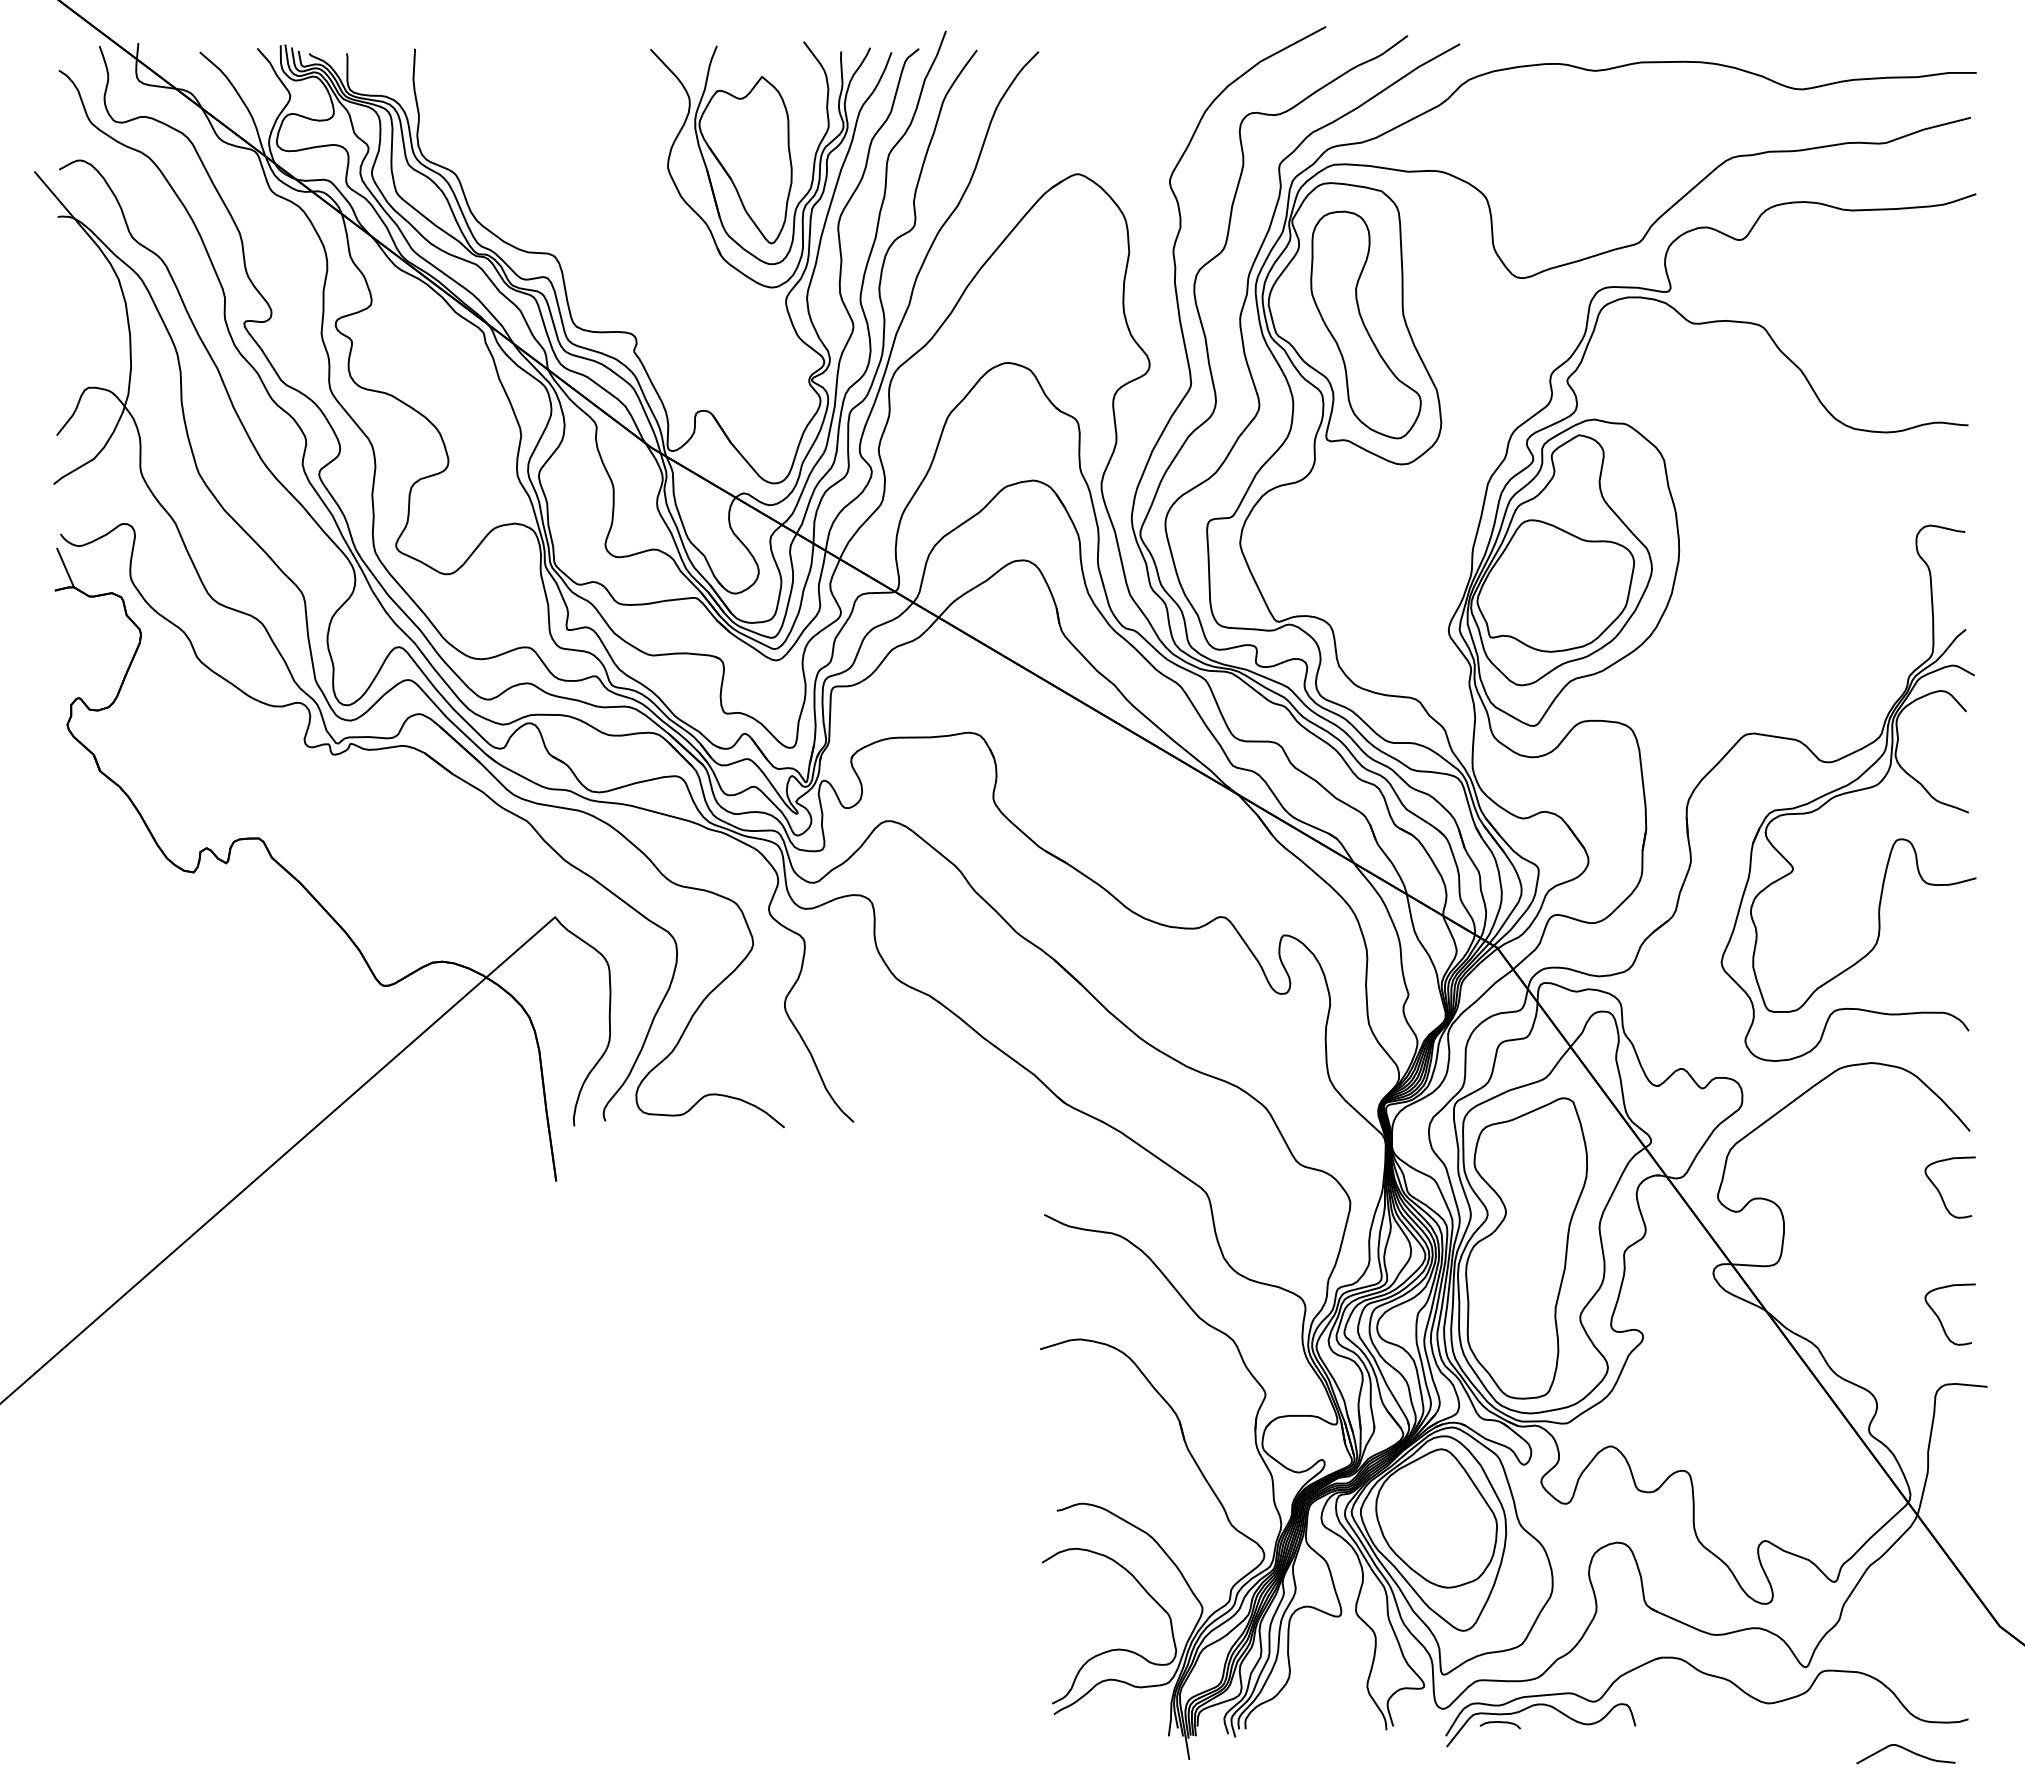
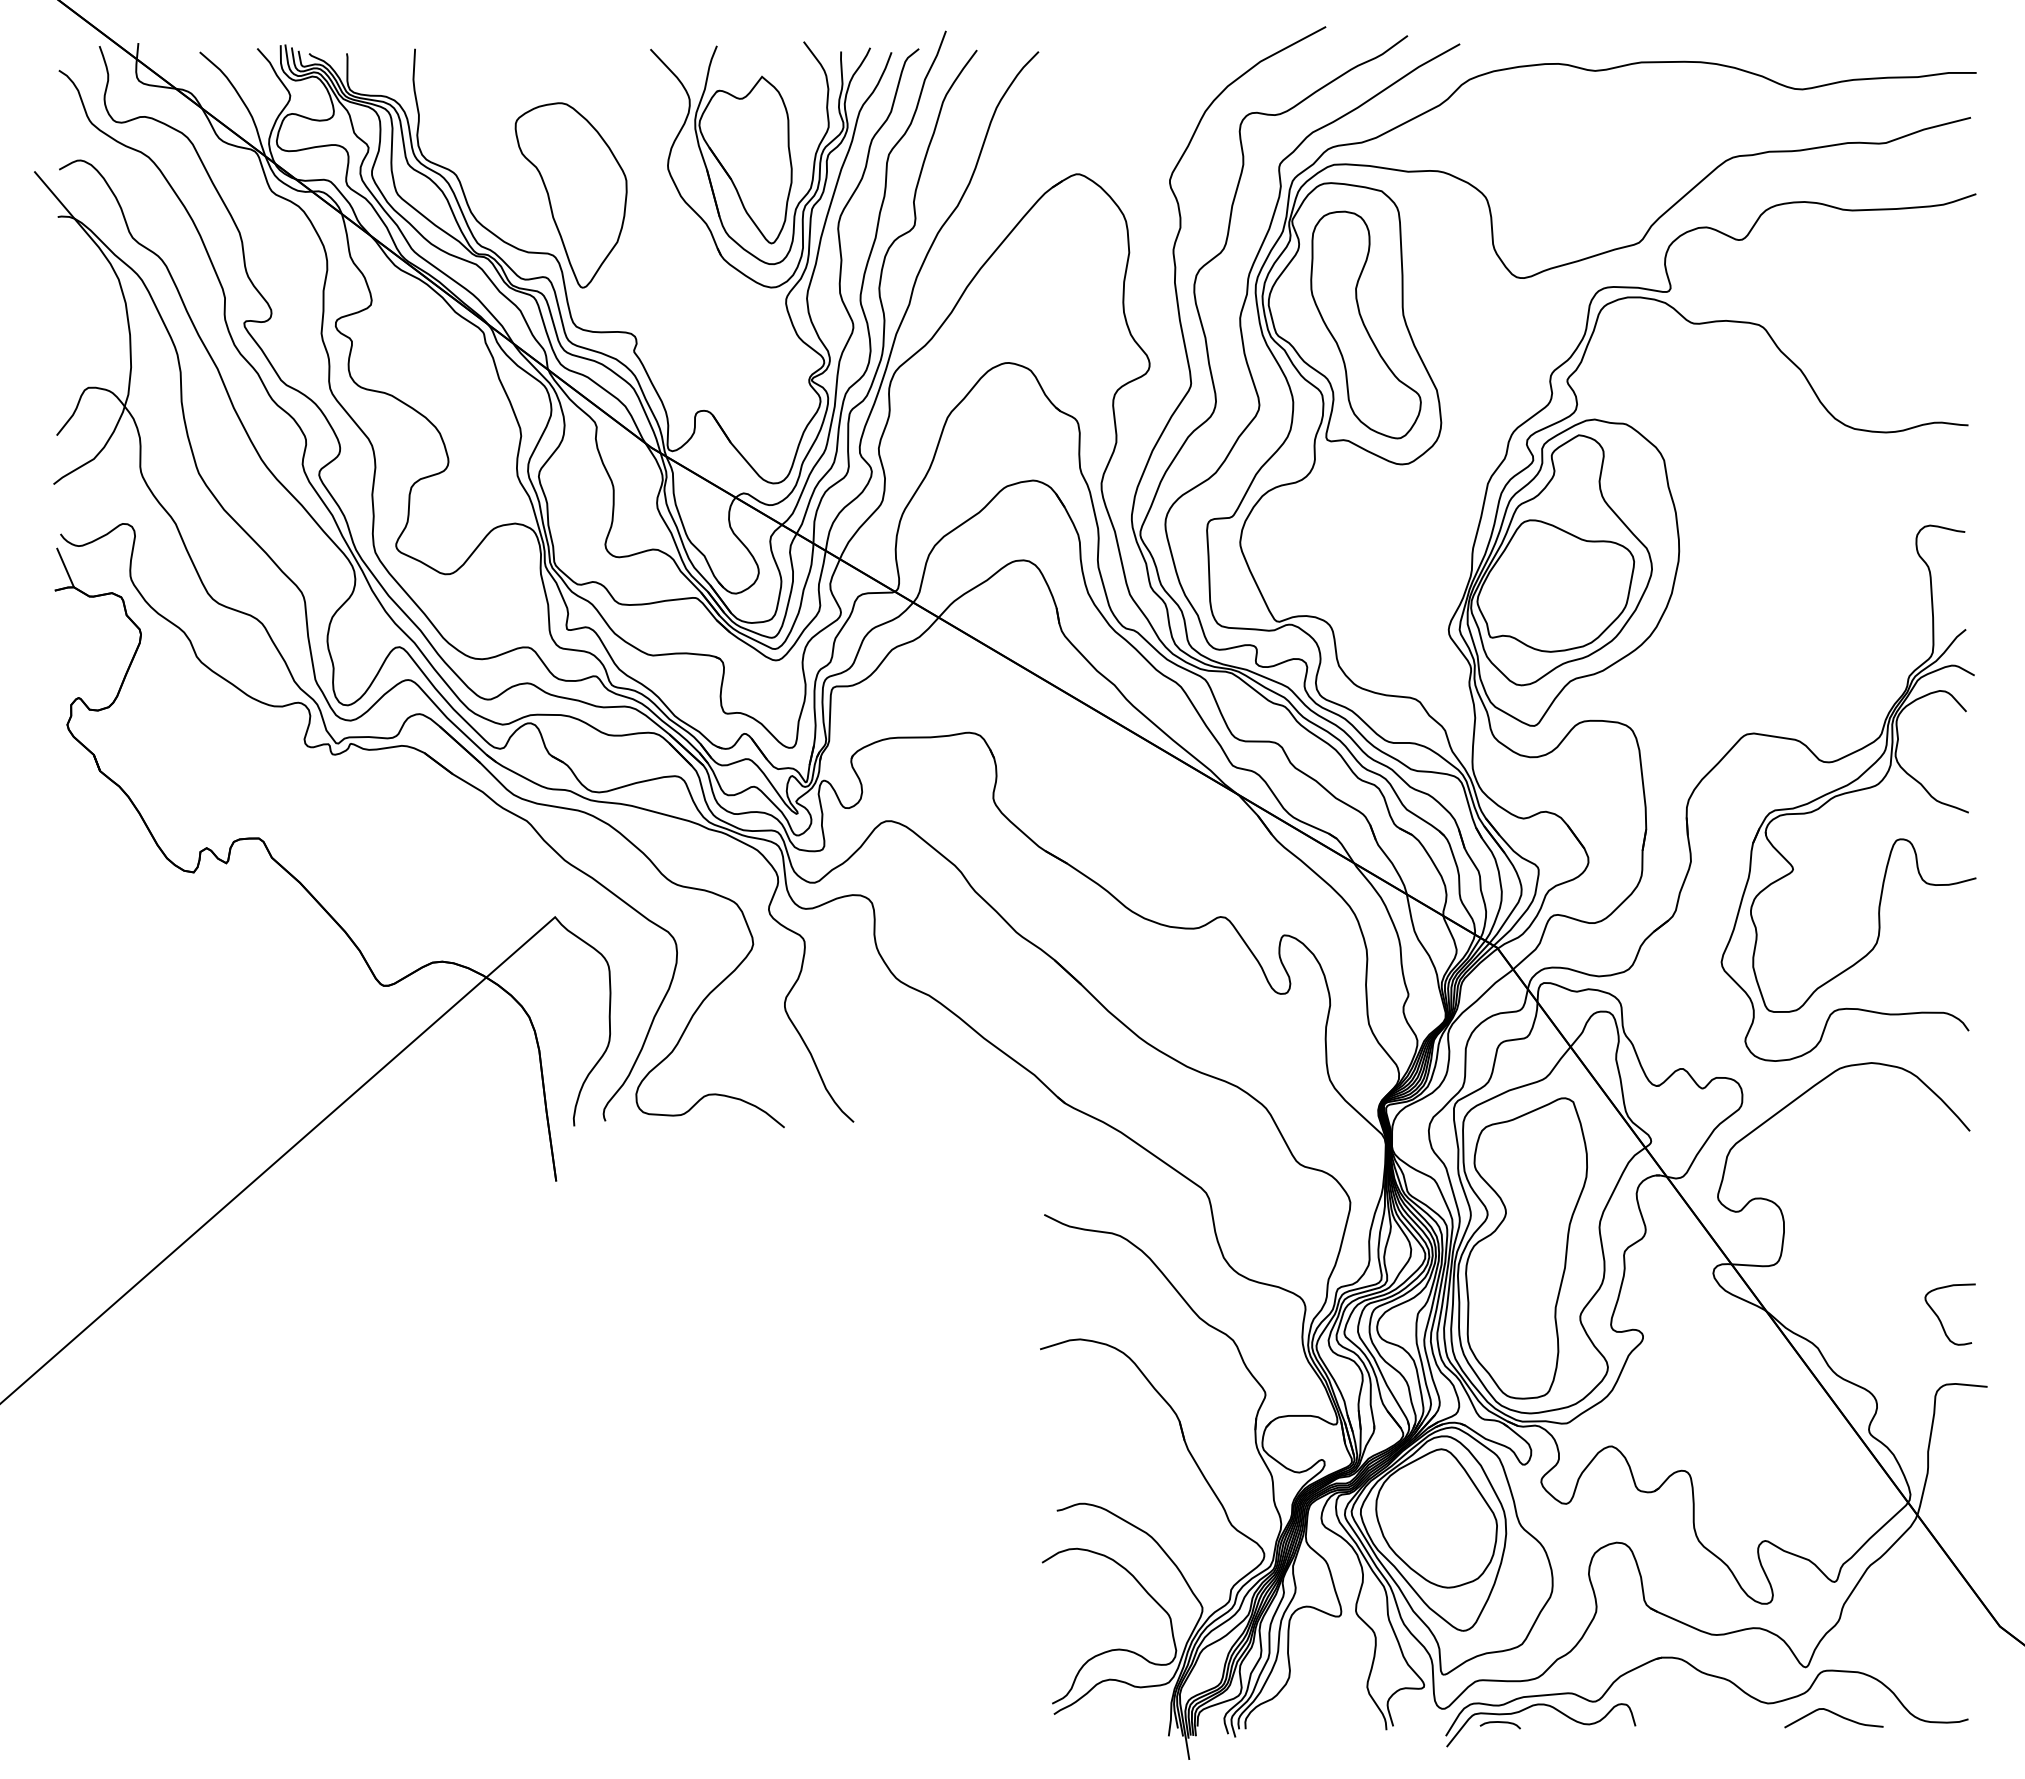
part at (570, 195): none -> present
curve at (1940, 1192): present -> none
curve at (1906, 1750) position: (1906, 1750) -> (1834, 1714)
